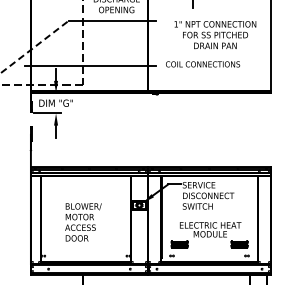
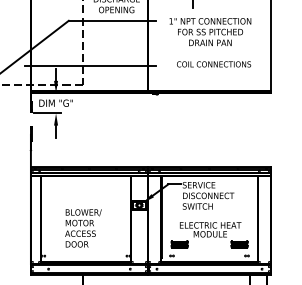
text at (215, 34) position: (215, 34) -> (210, 31)
line at (34, 46): dashed -> solid
text at (203, 64) position: (203, 64) -> (214, 64)
text at (83, 222) position: (83, 222) -> (83, 228)
